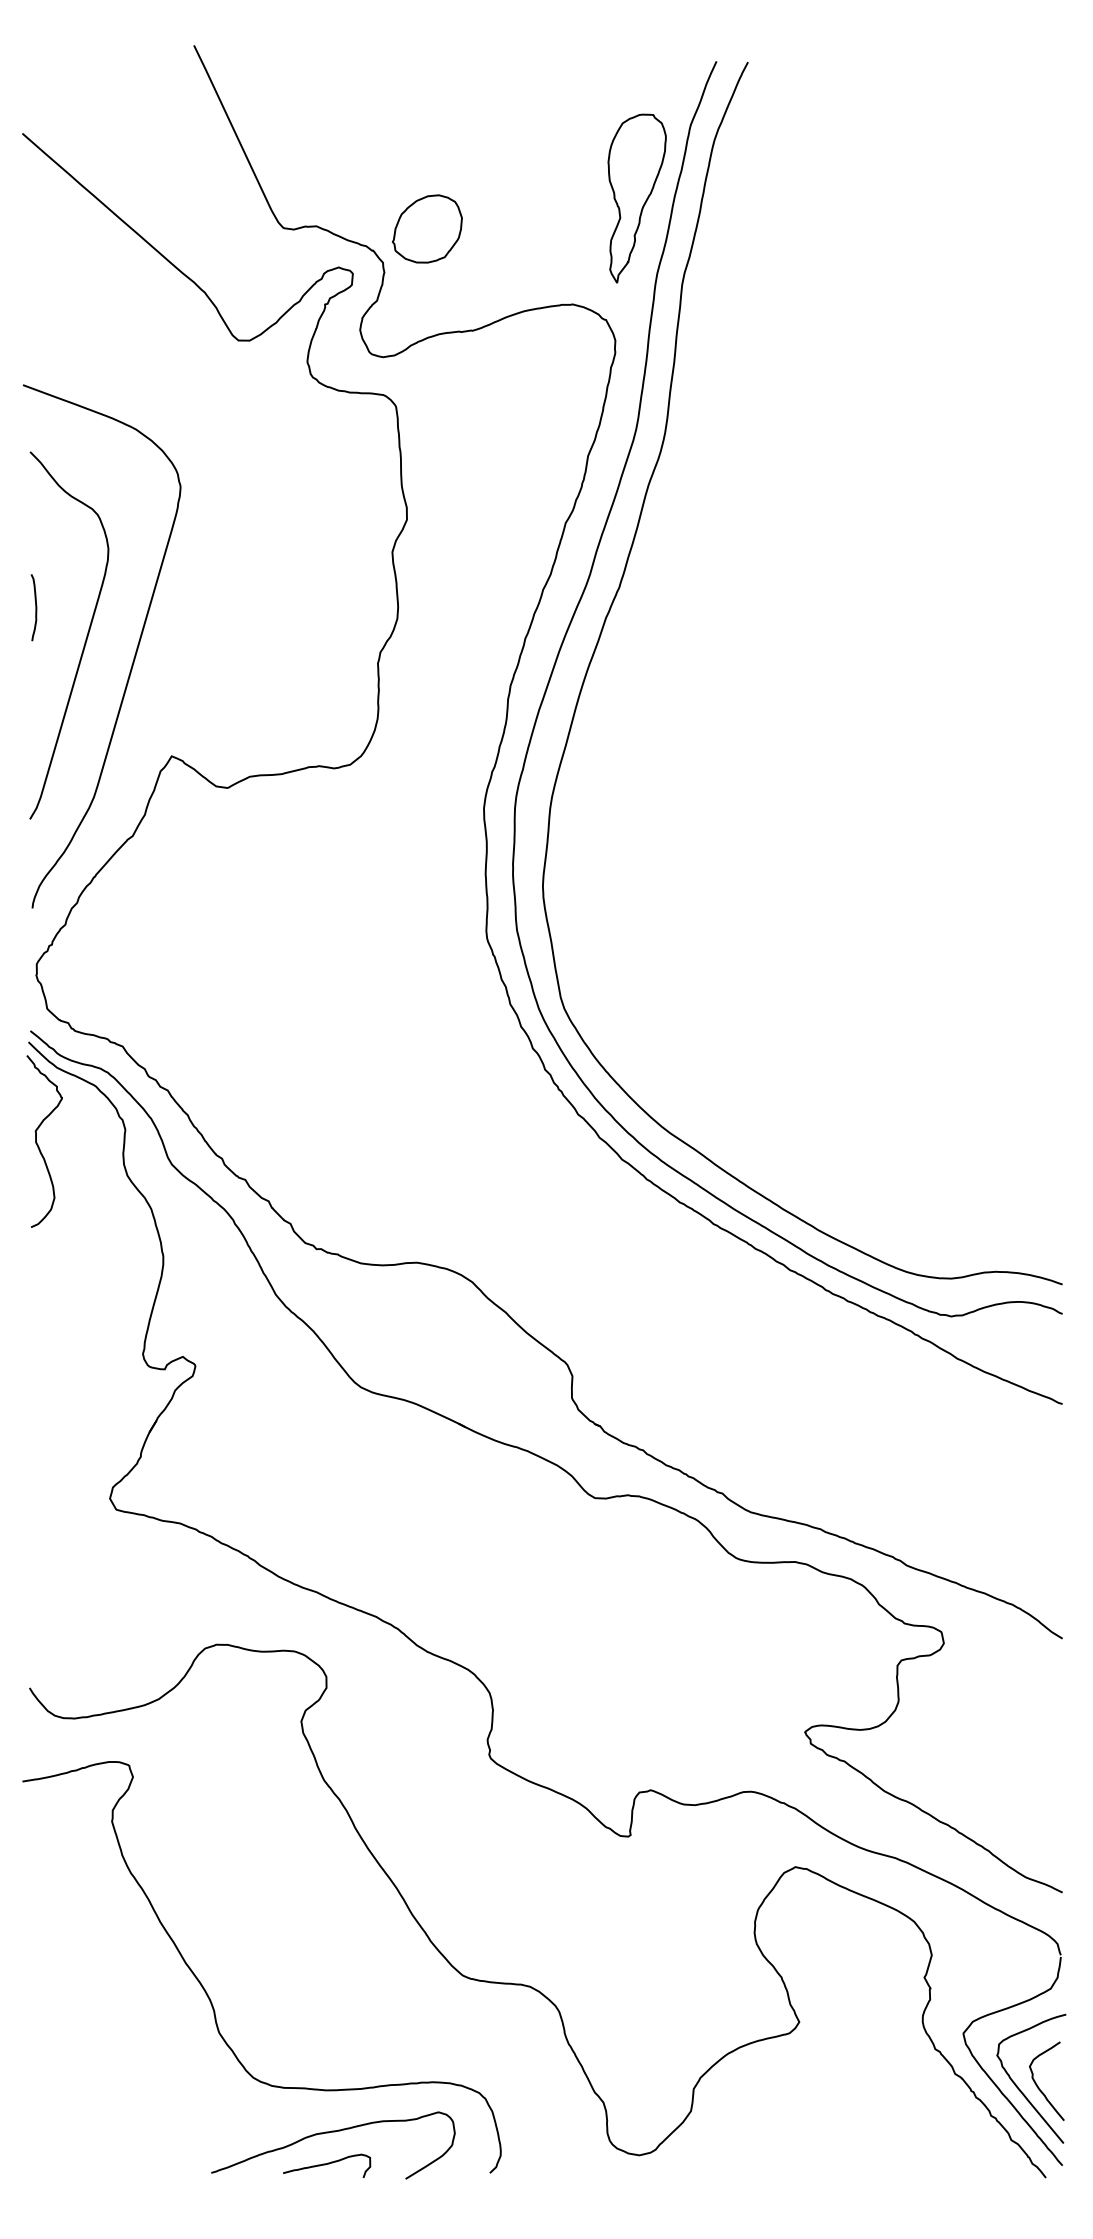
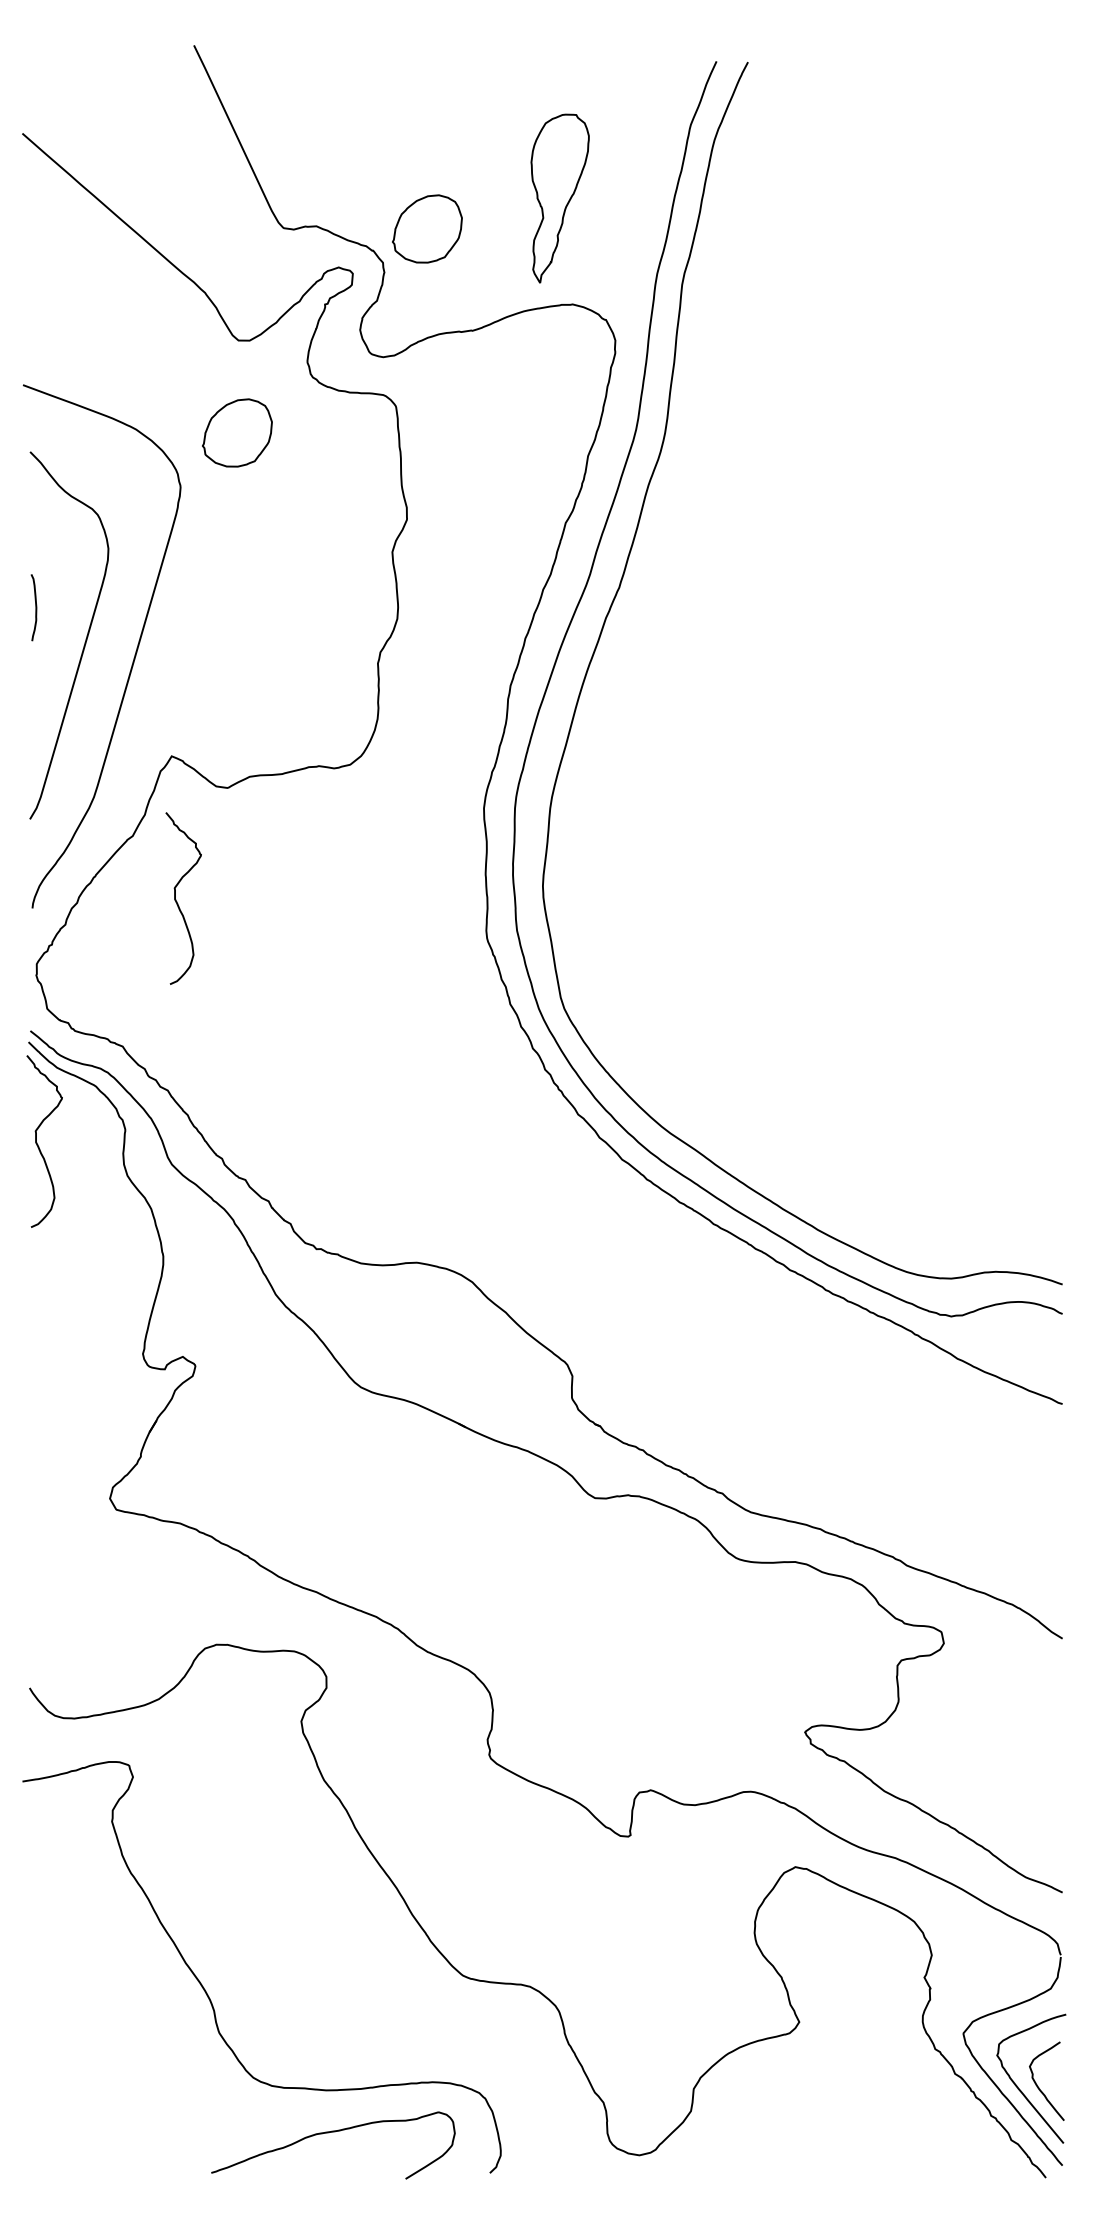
part at (636, 198) position: (636, 198) -> (559, 198)
part at (237, 432): none -> present
curve at (177, 901): none -> present
curve at (327, 2164): present -> none
